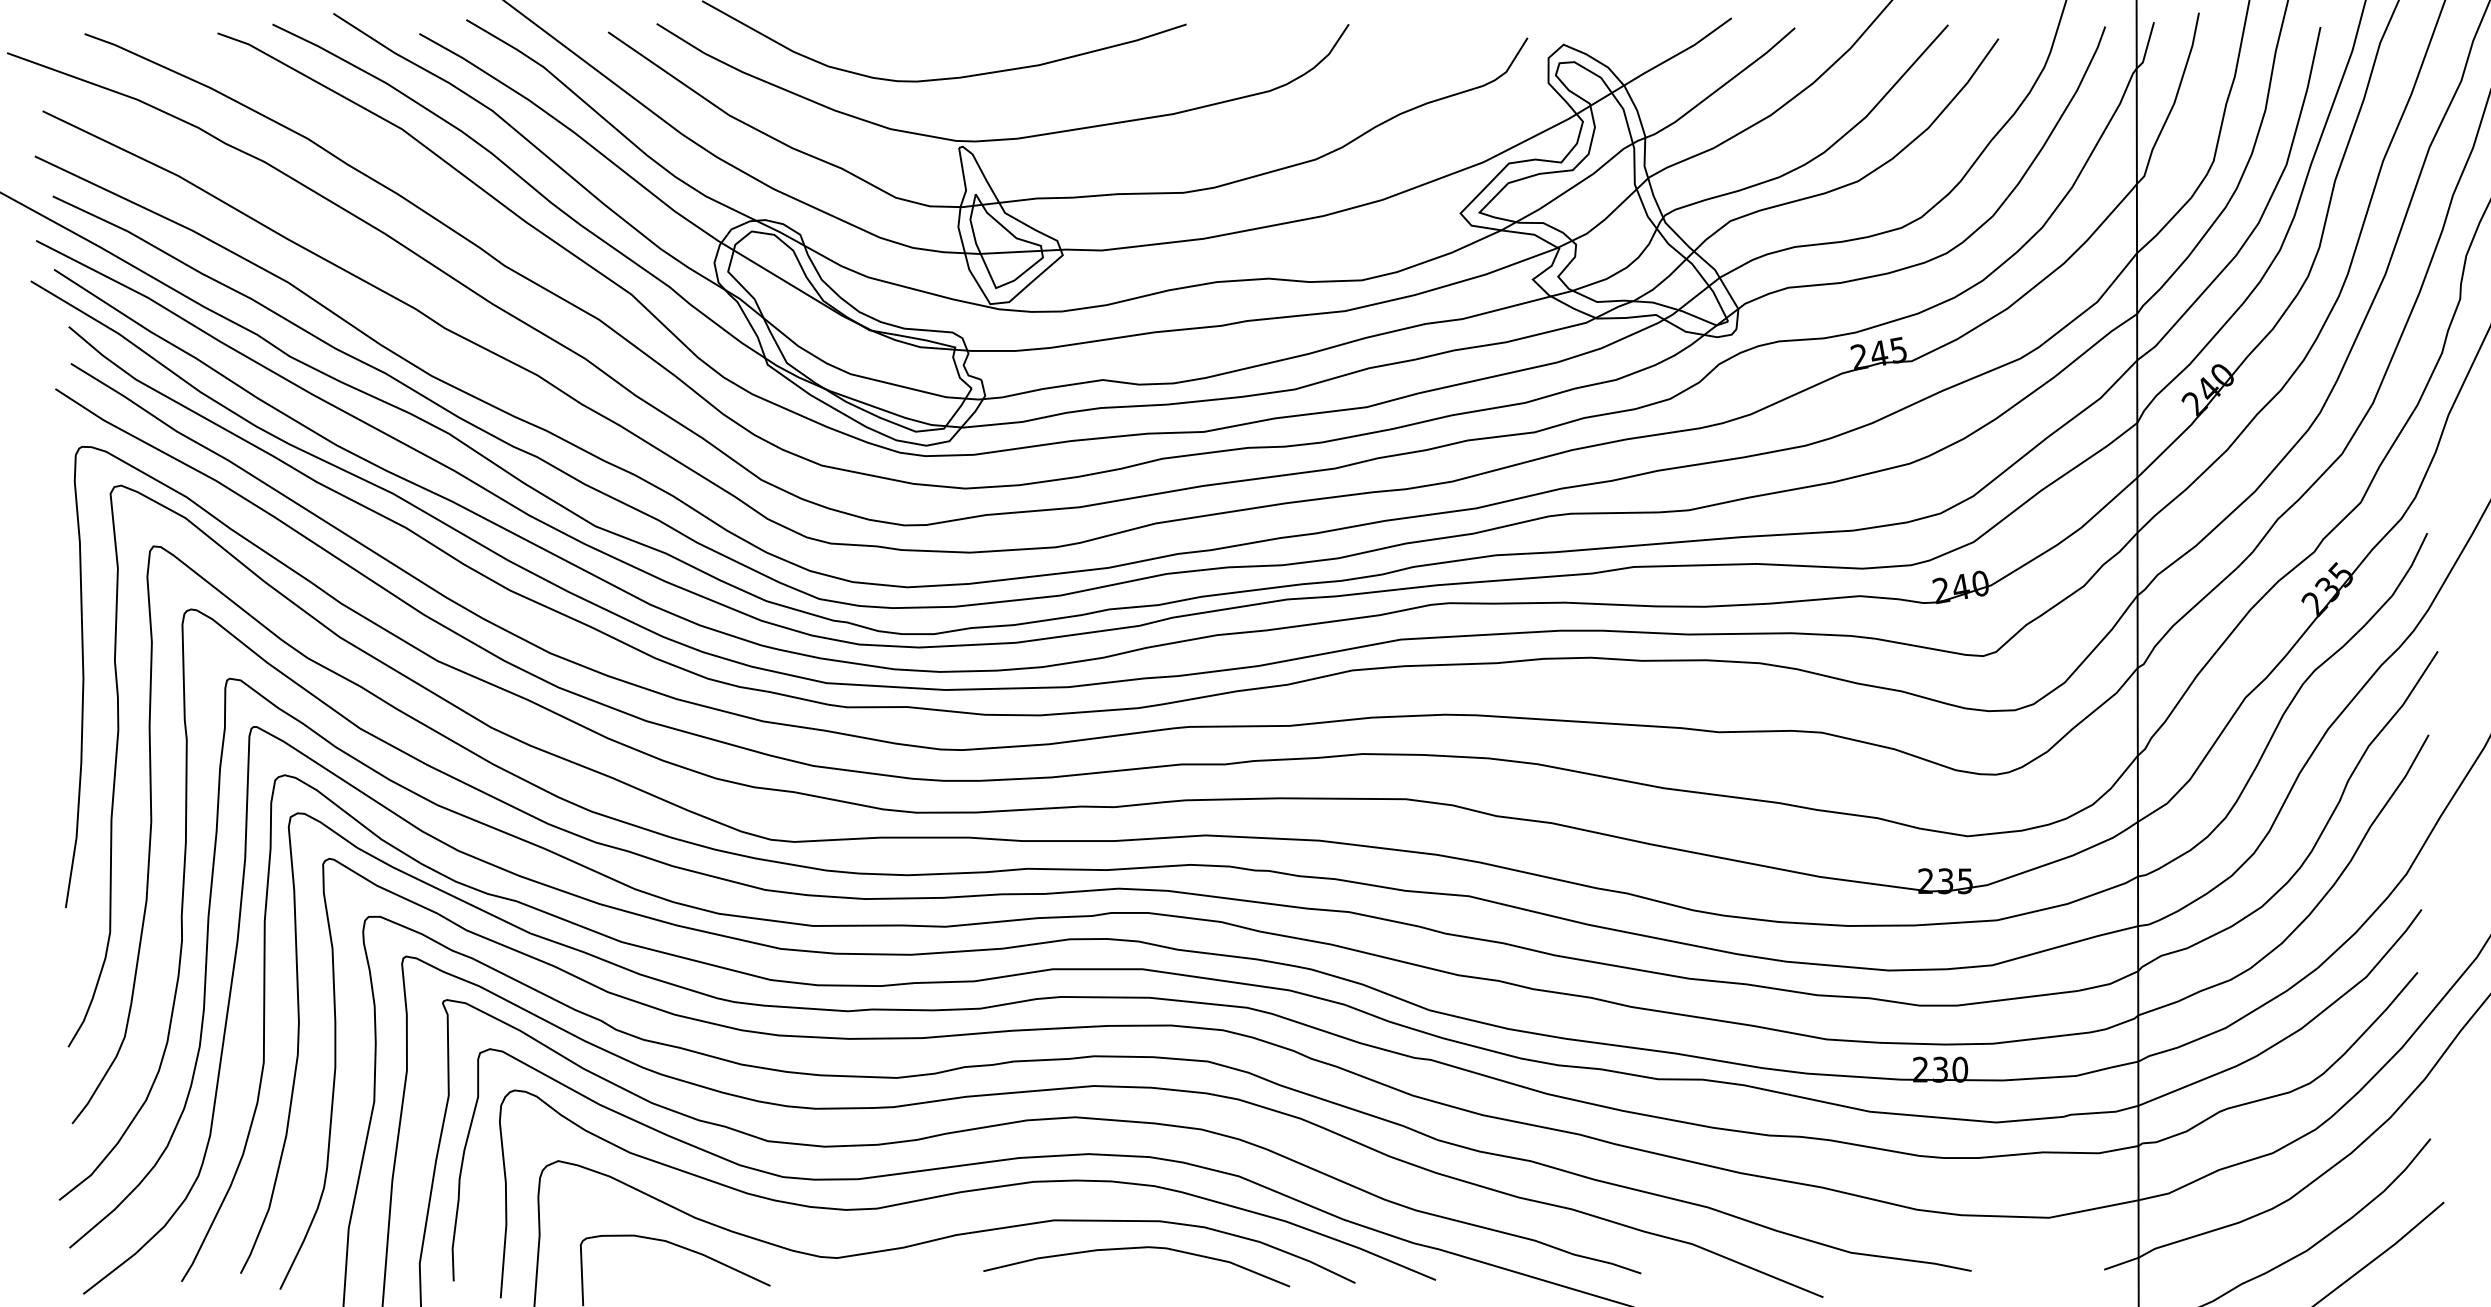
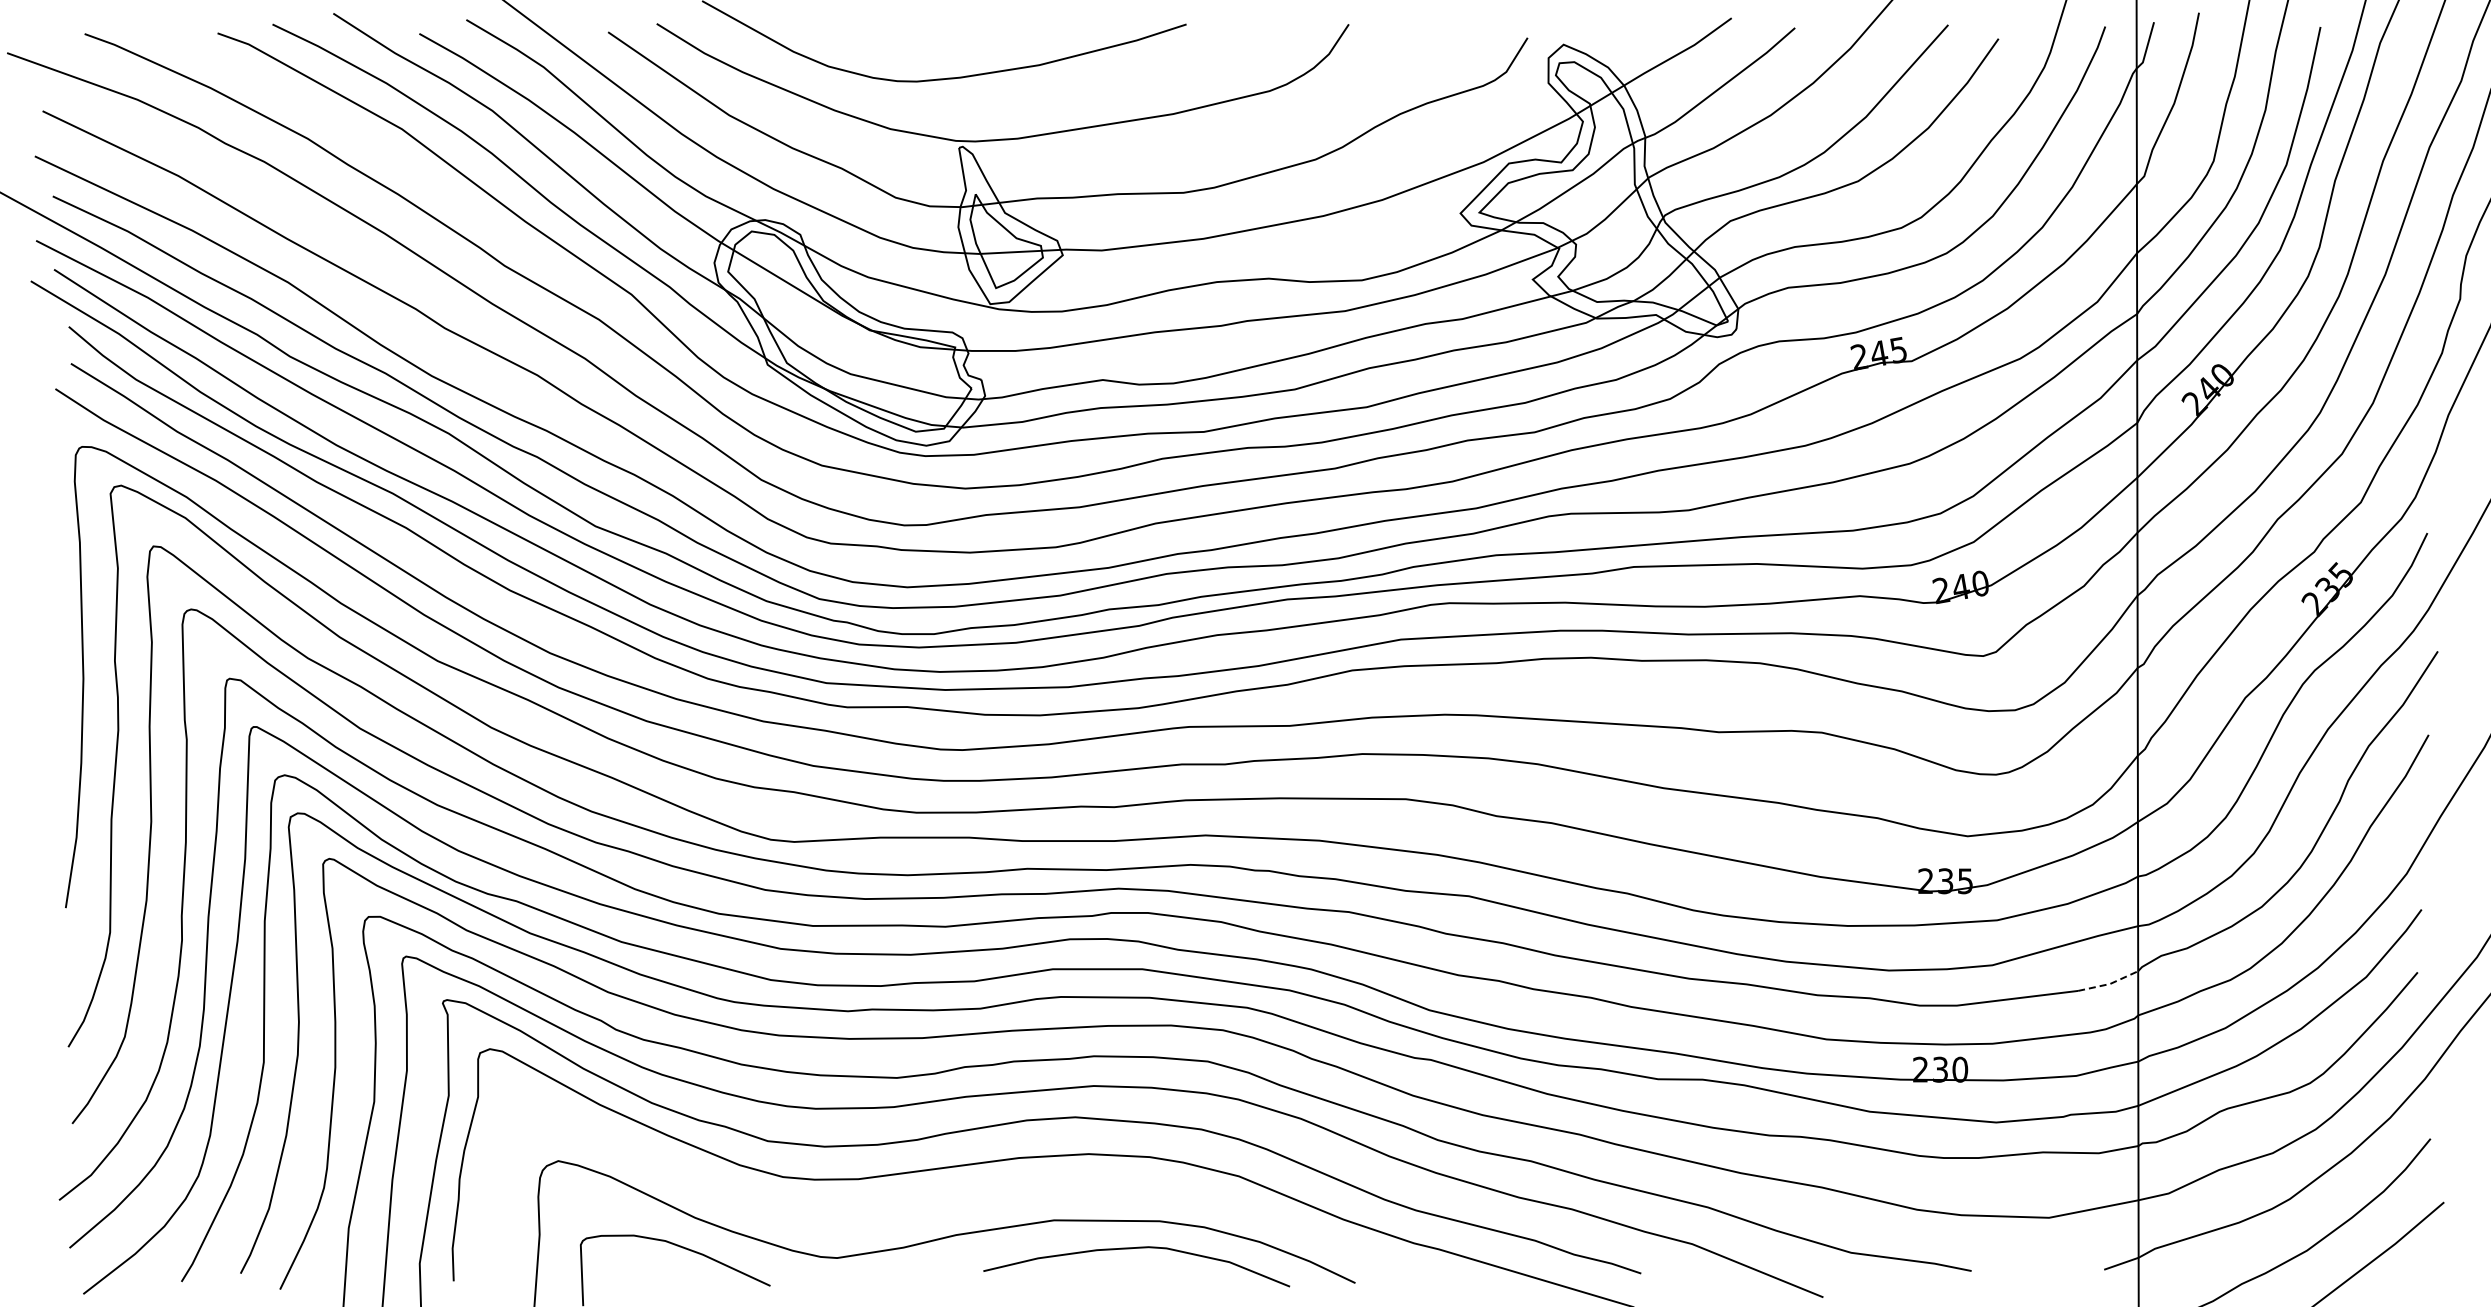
line at (2110, 983): solid -> dashed
curve at (967, 1192): present -> none
